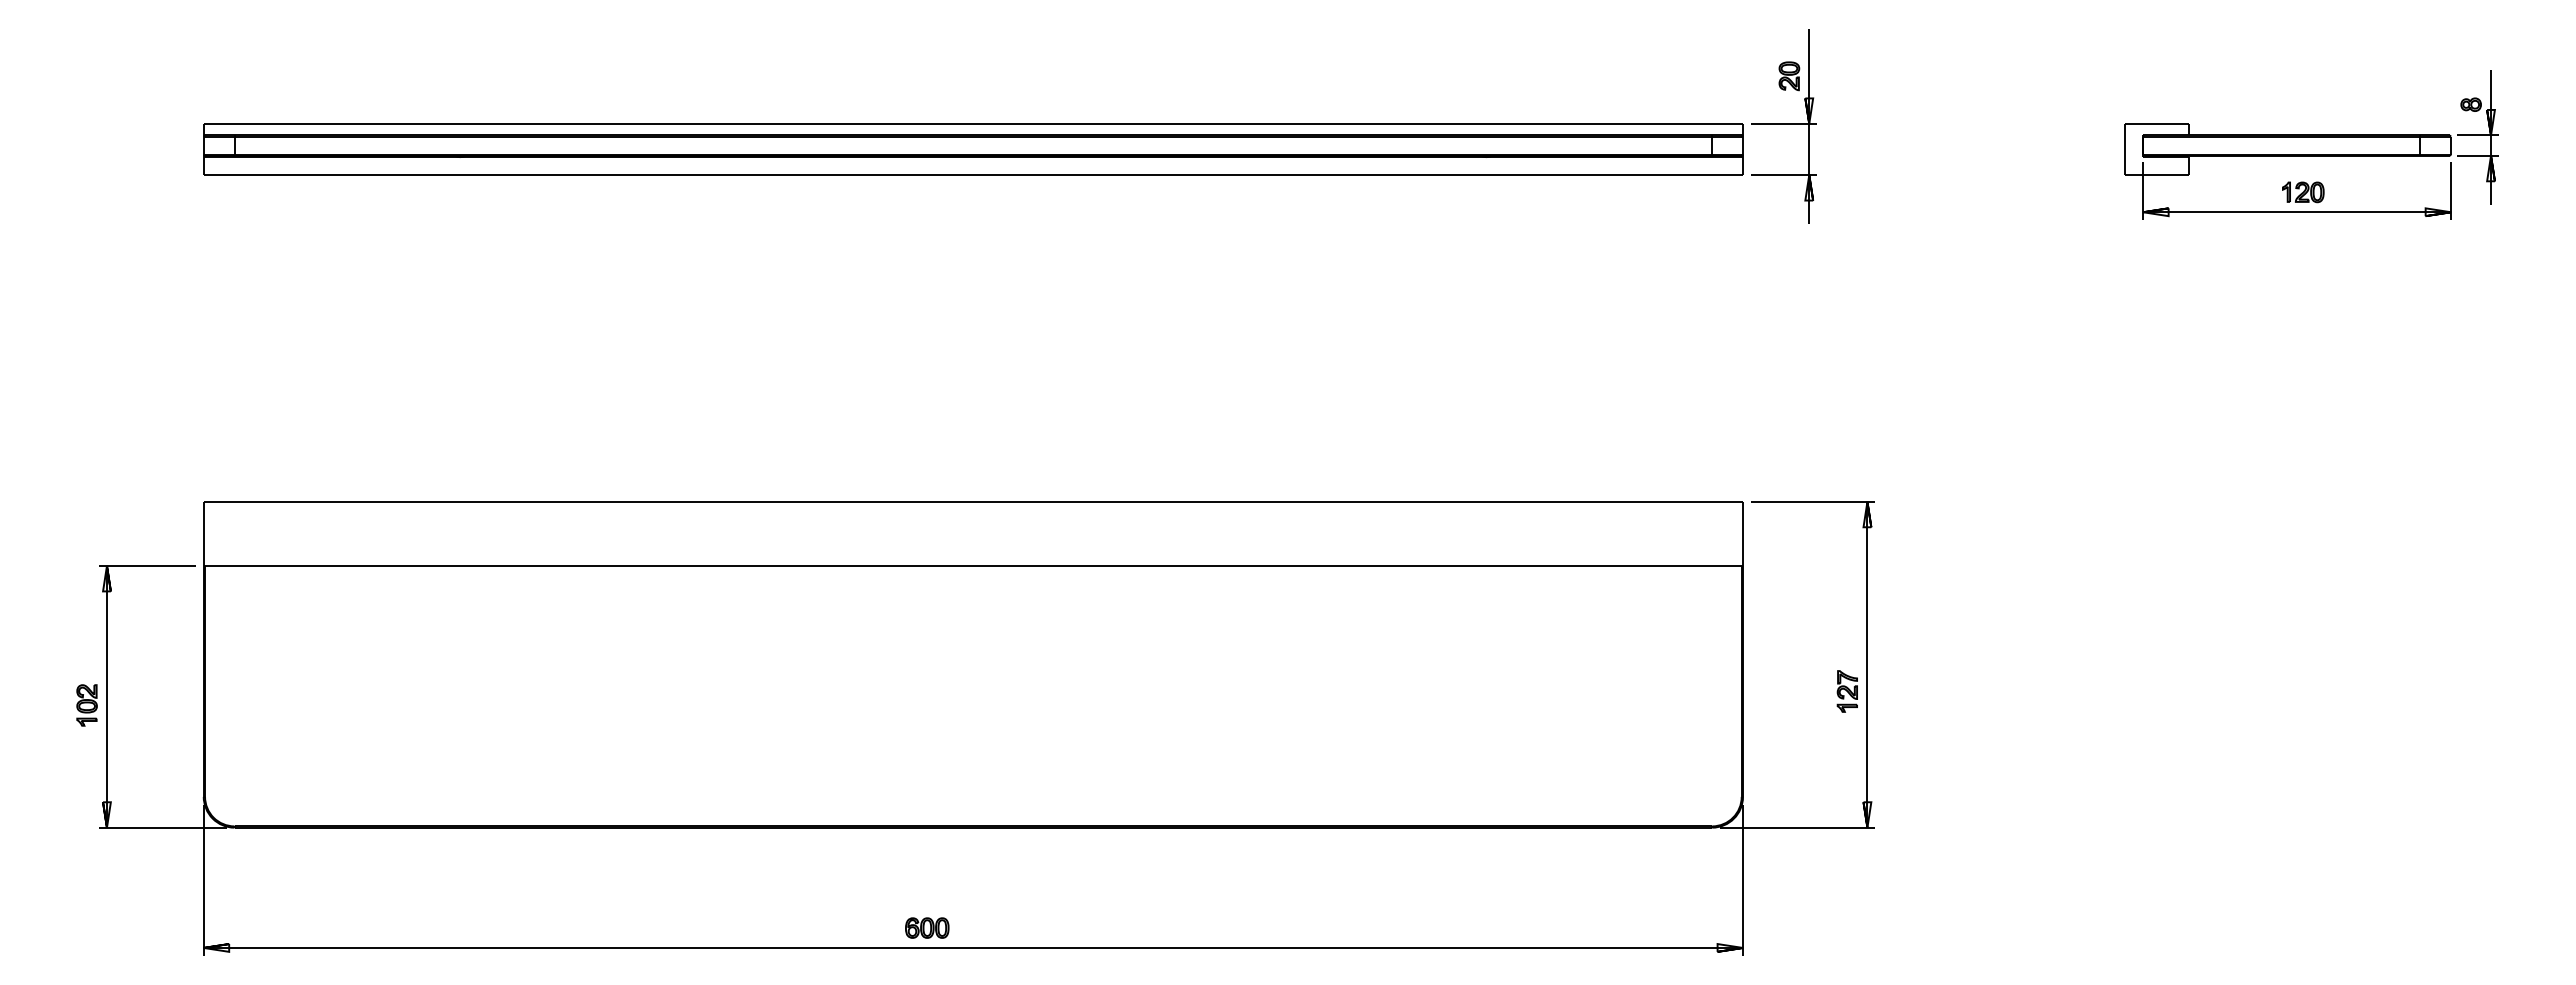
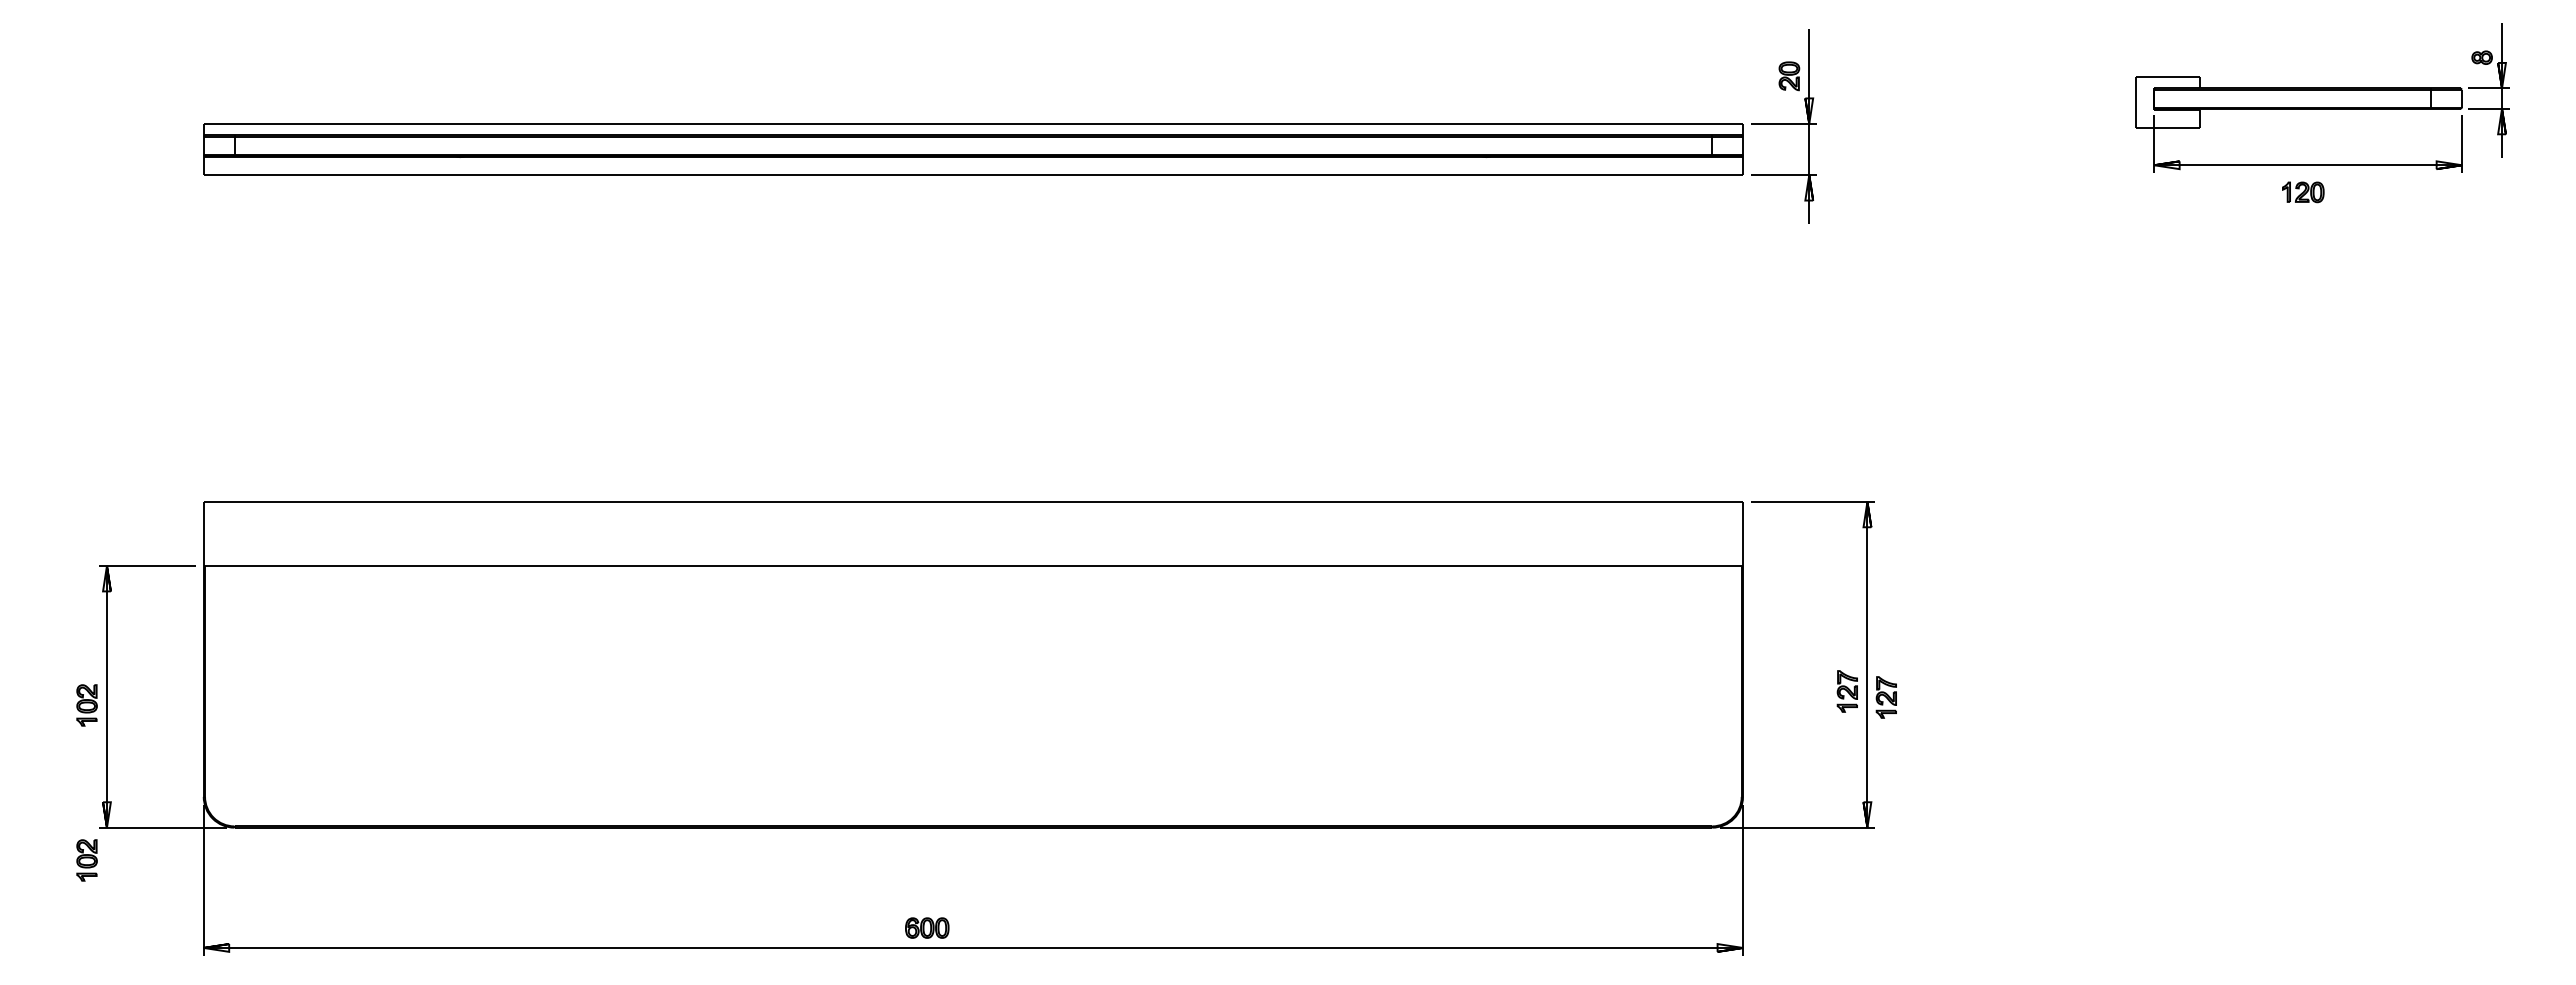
part at (2311, 144) position: (2311, 144) -> (2322, 97)
part at (1885, 697): none -> present
part at (86, 860): none -> present
